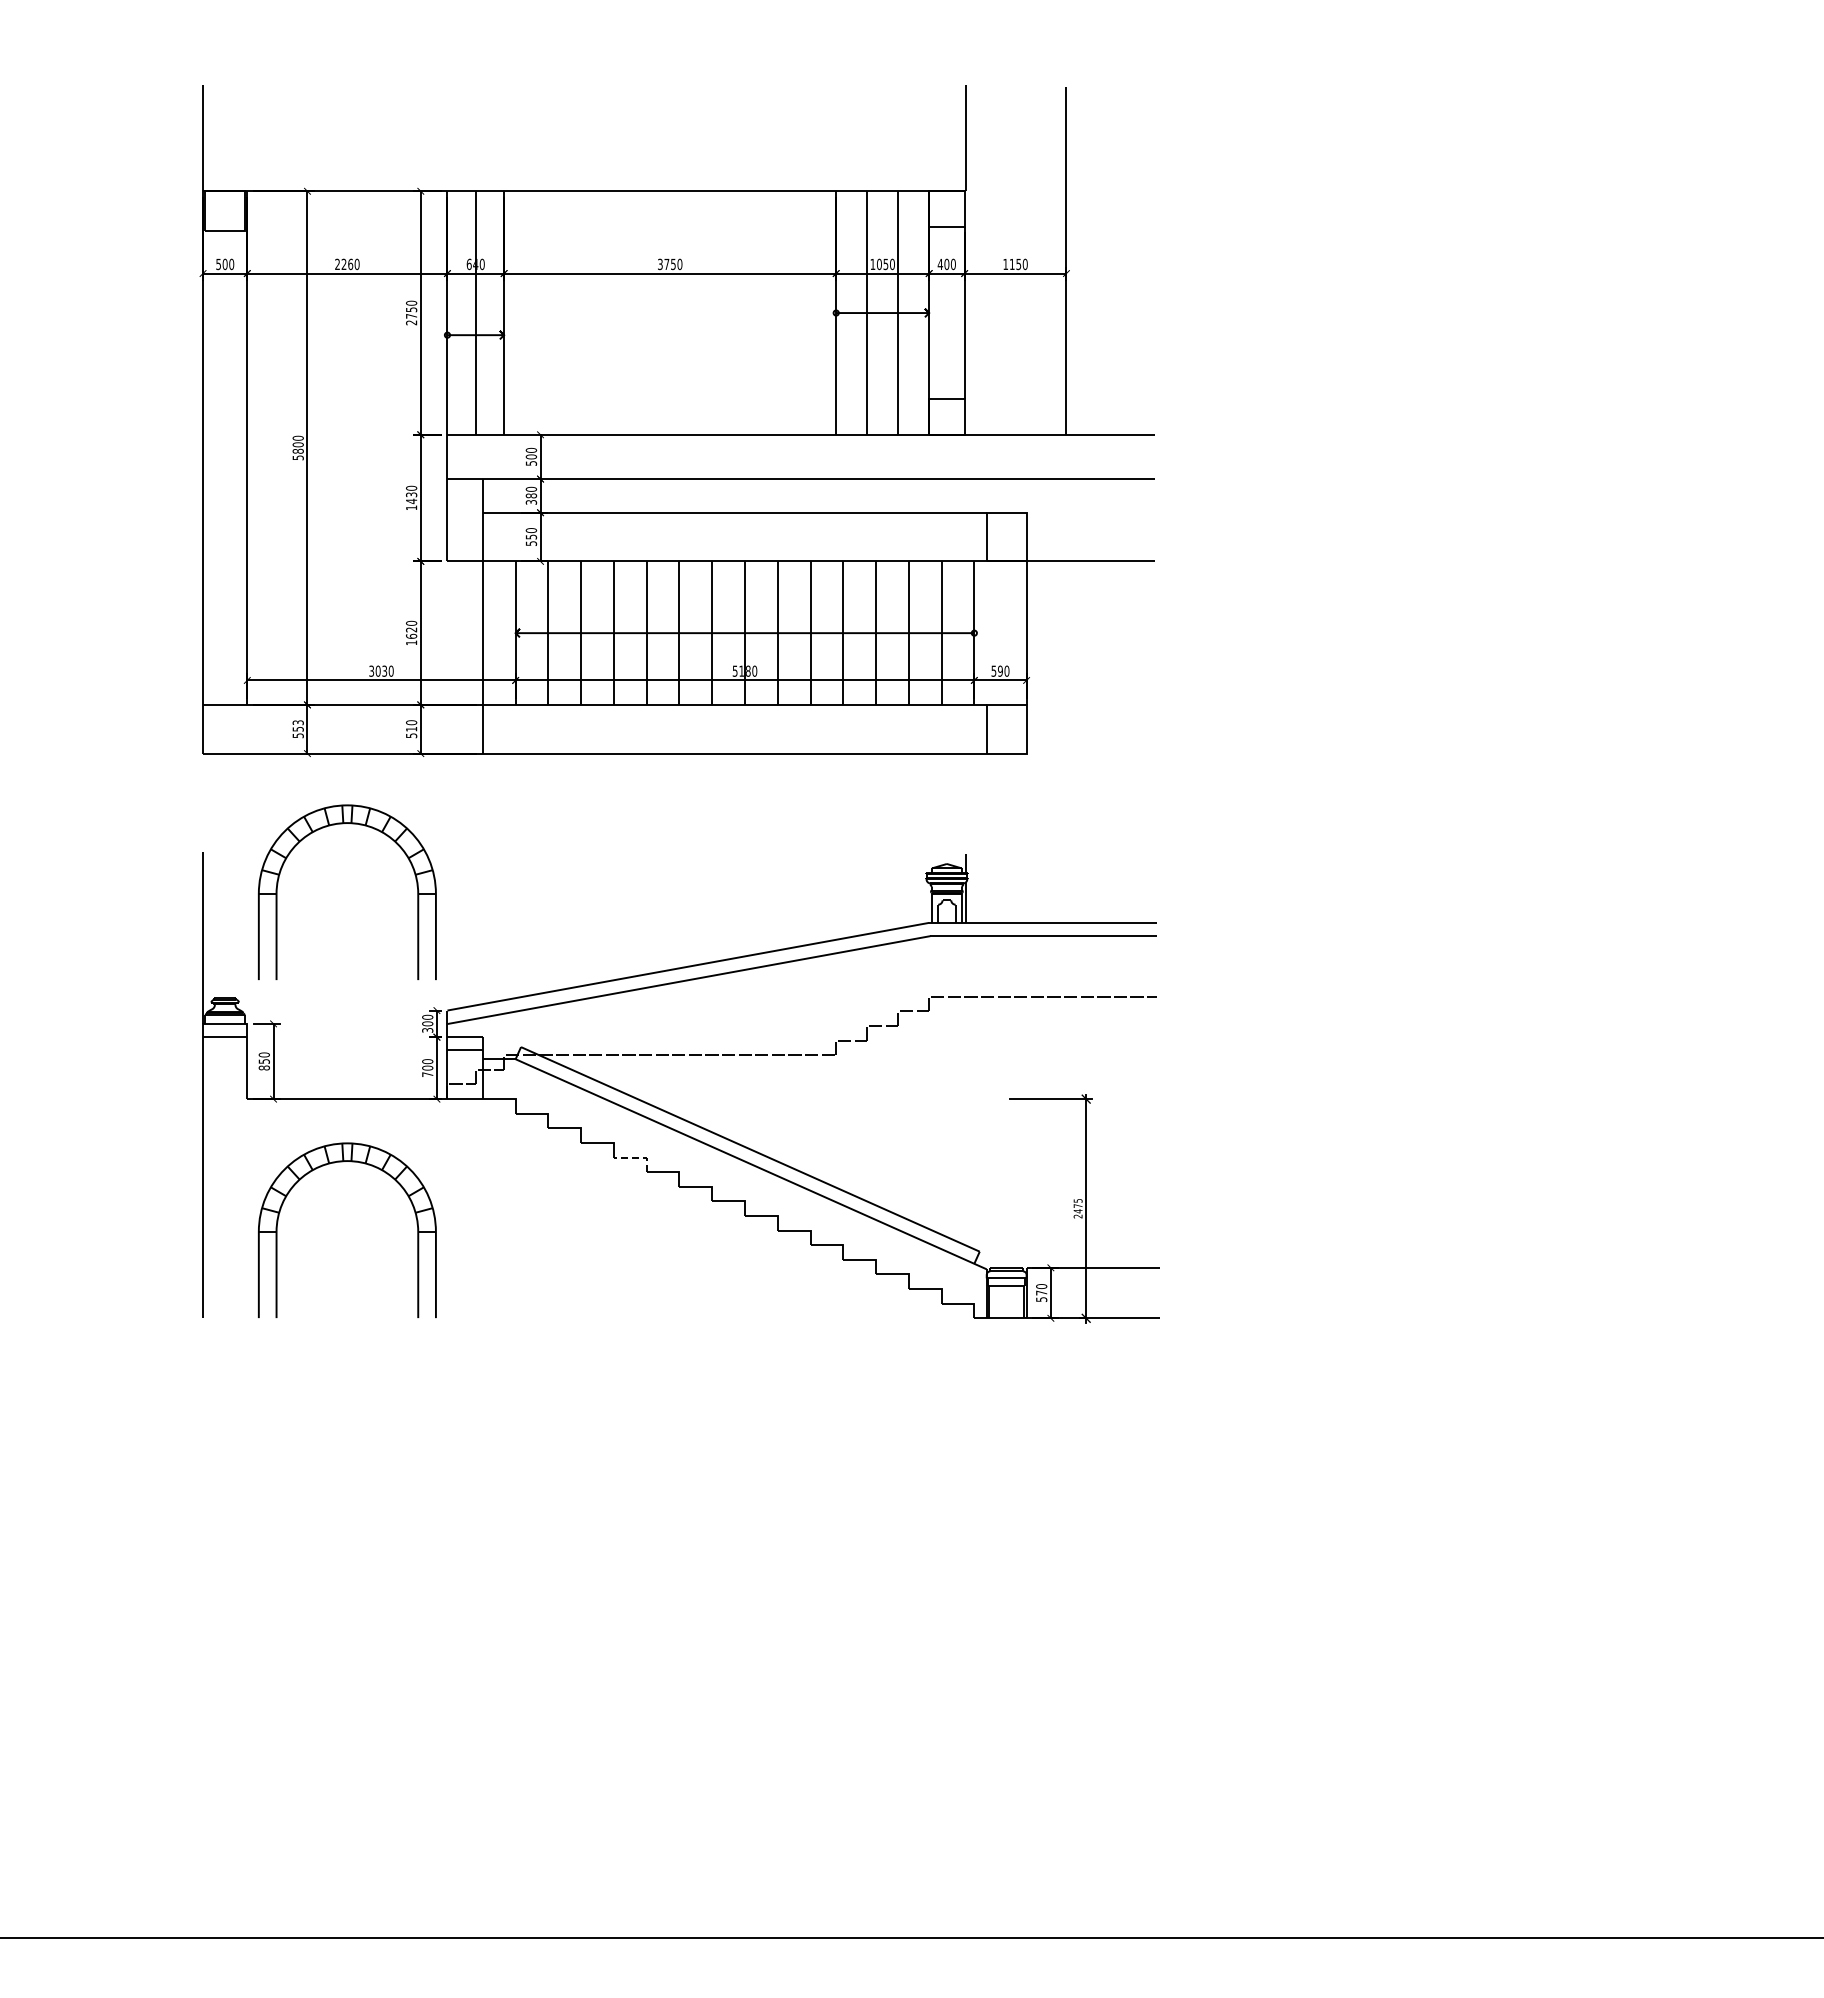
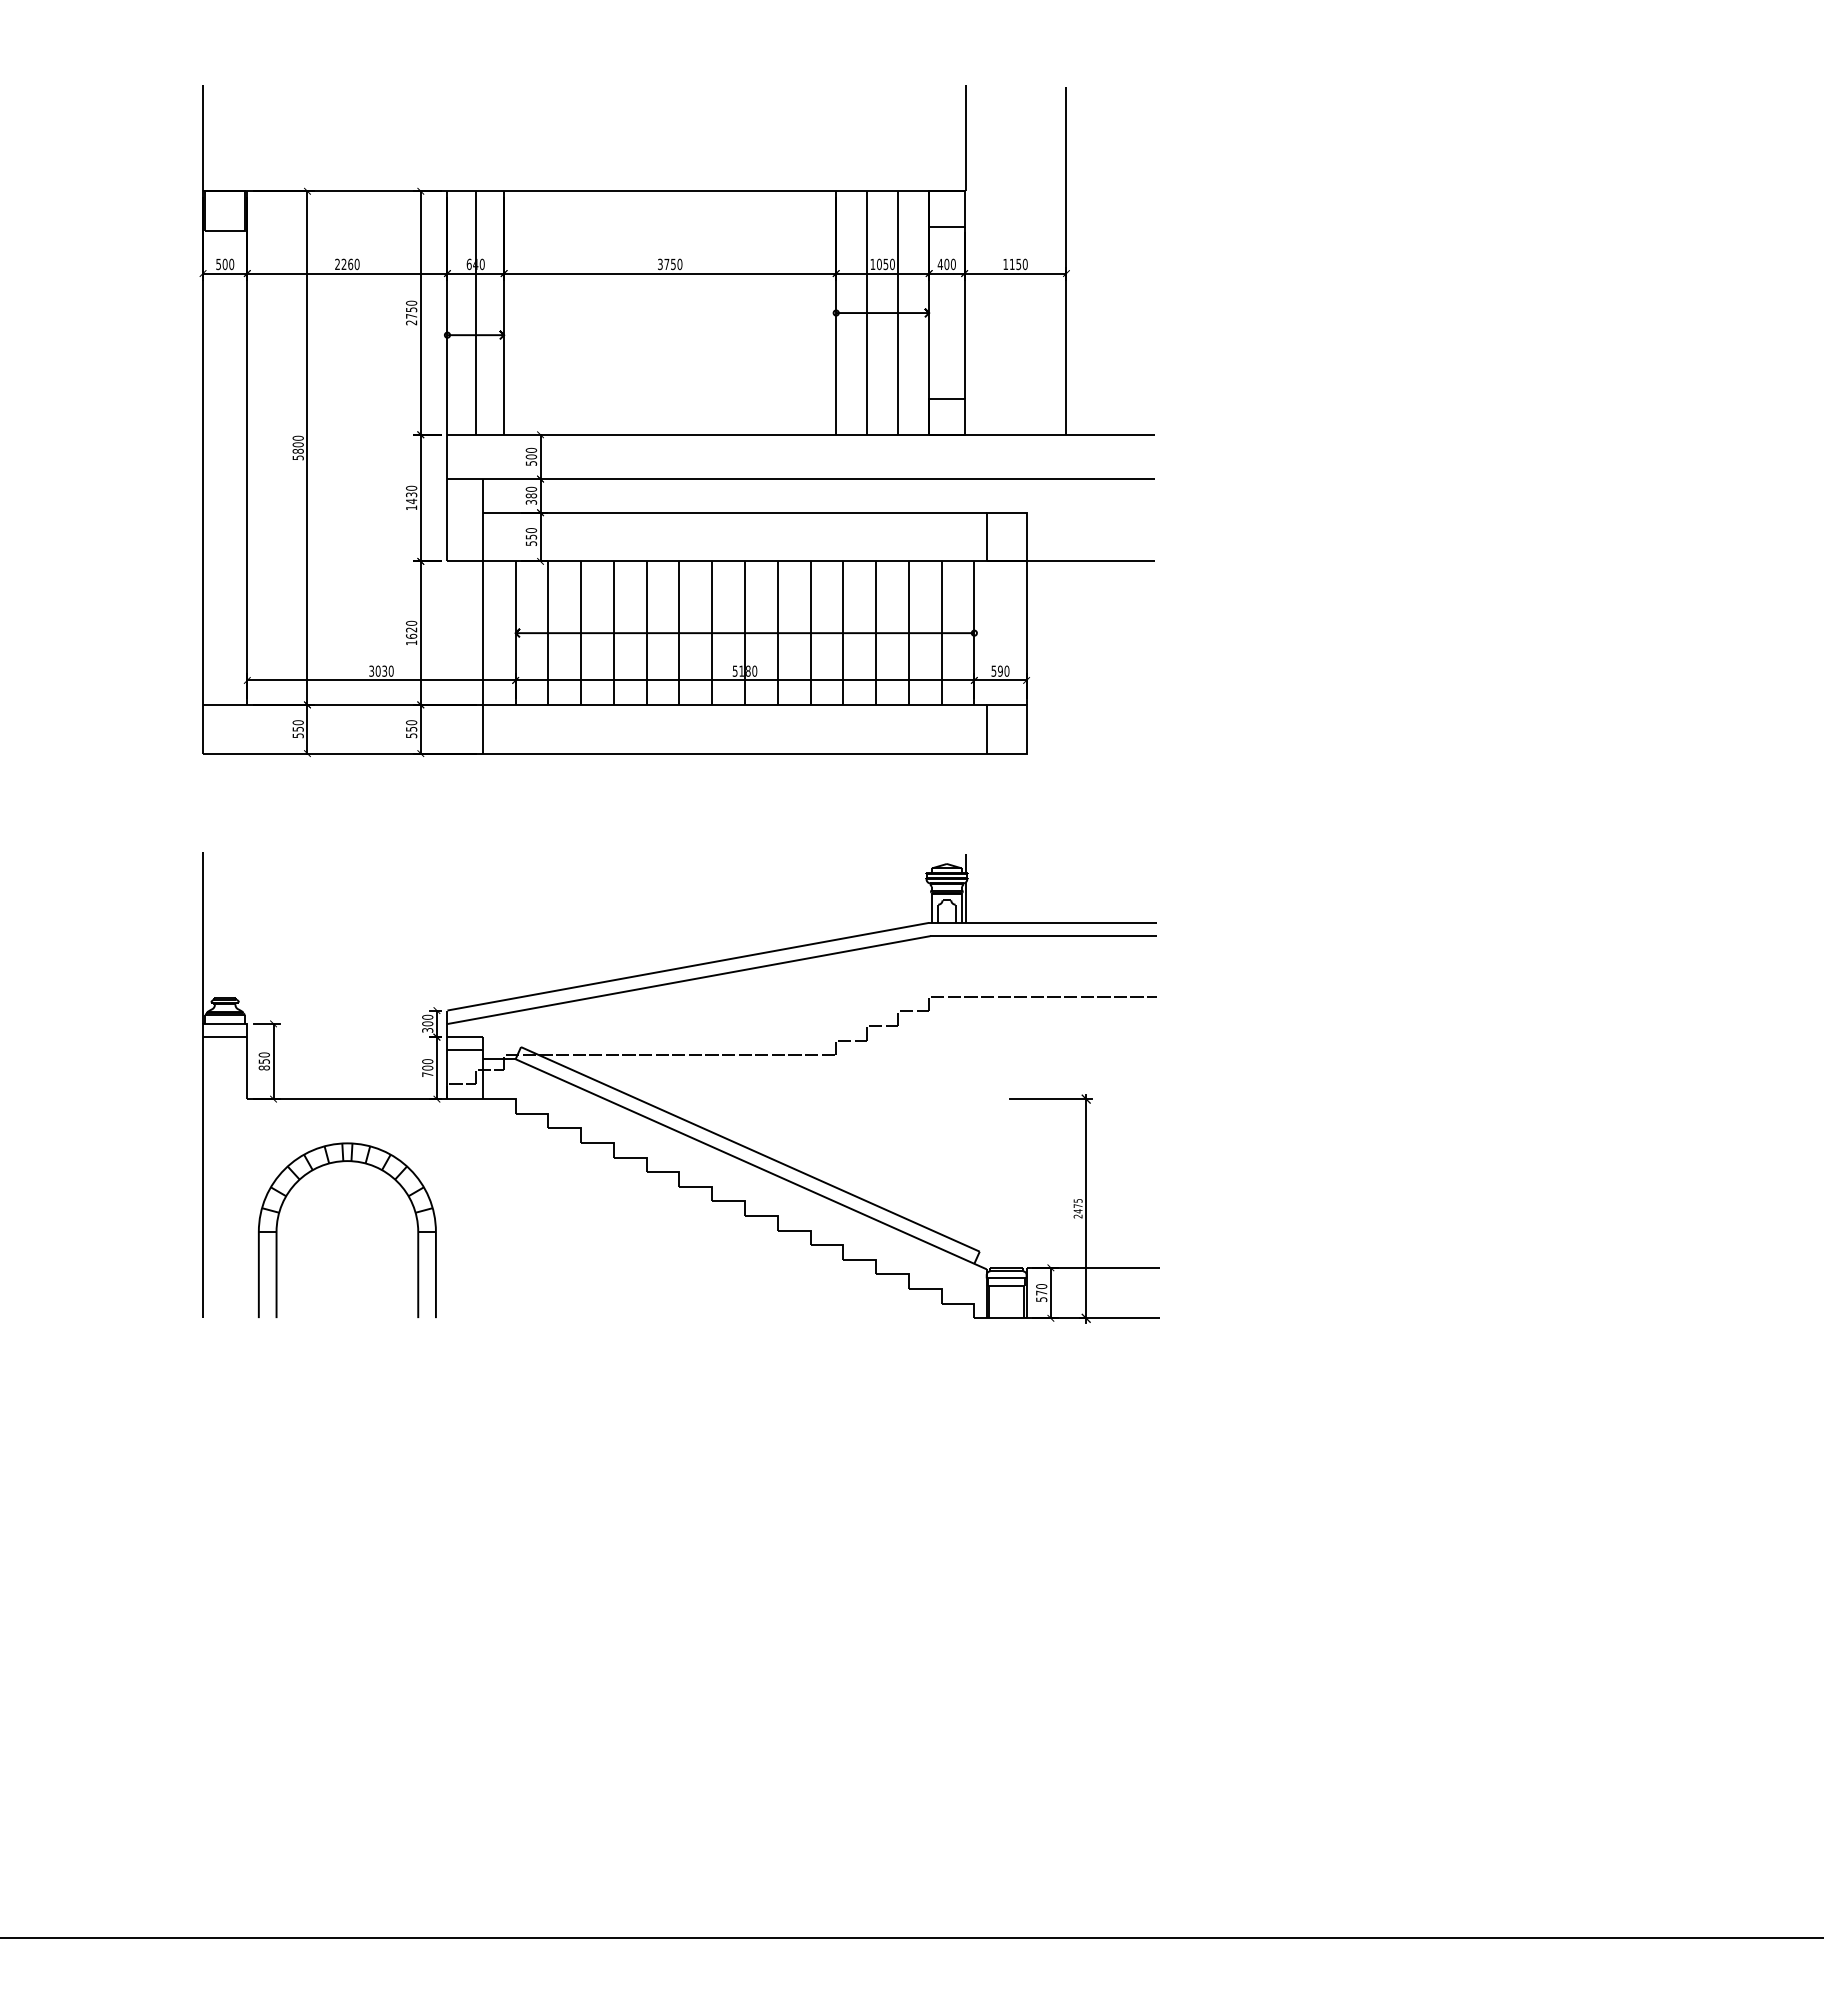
text at (297, 722): 553 -> 550
text at (411, 729): 510 -> 550
part at (343, 824): present -> none
line at (637, 1157): dashed -> solid
